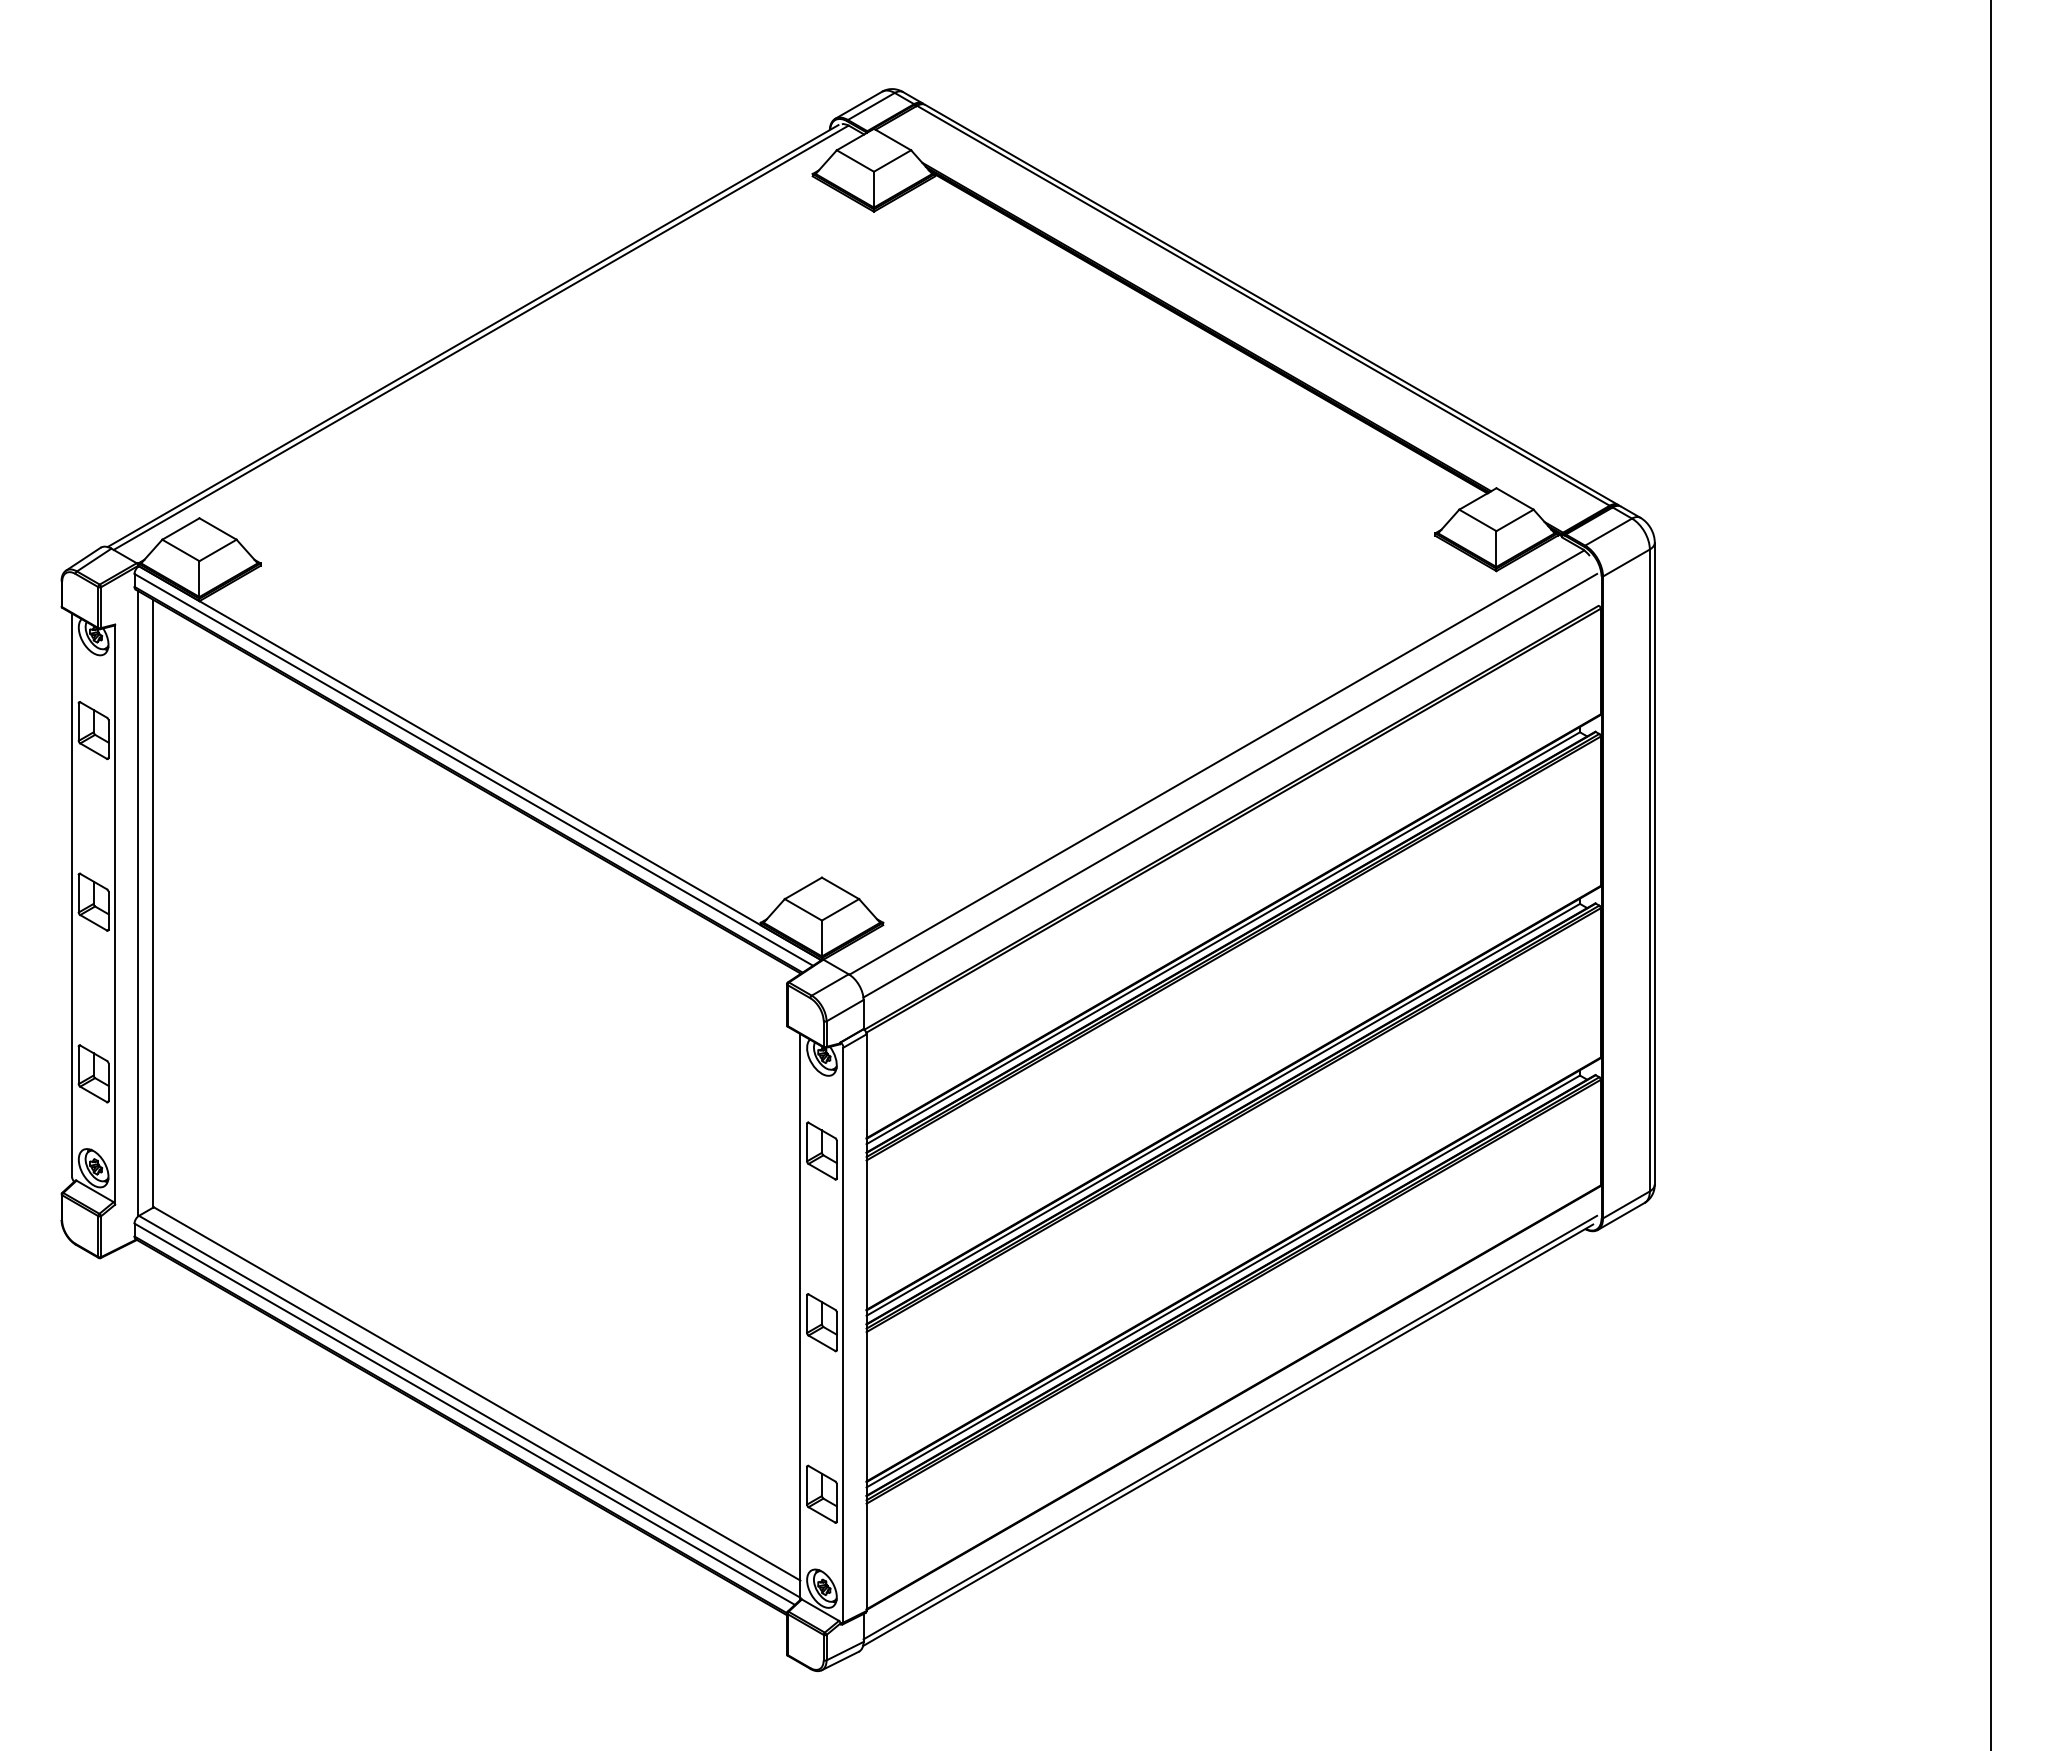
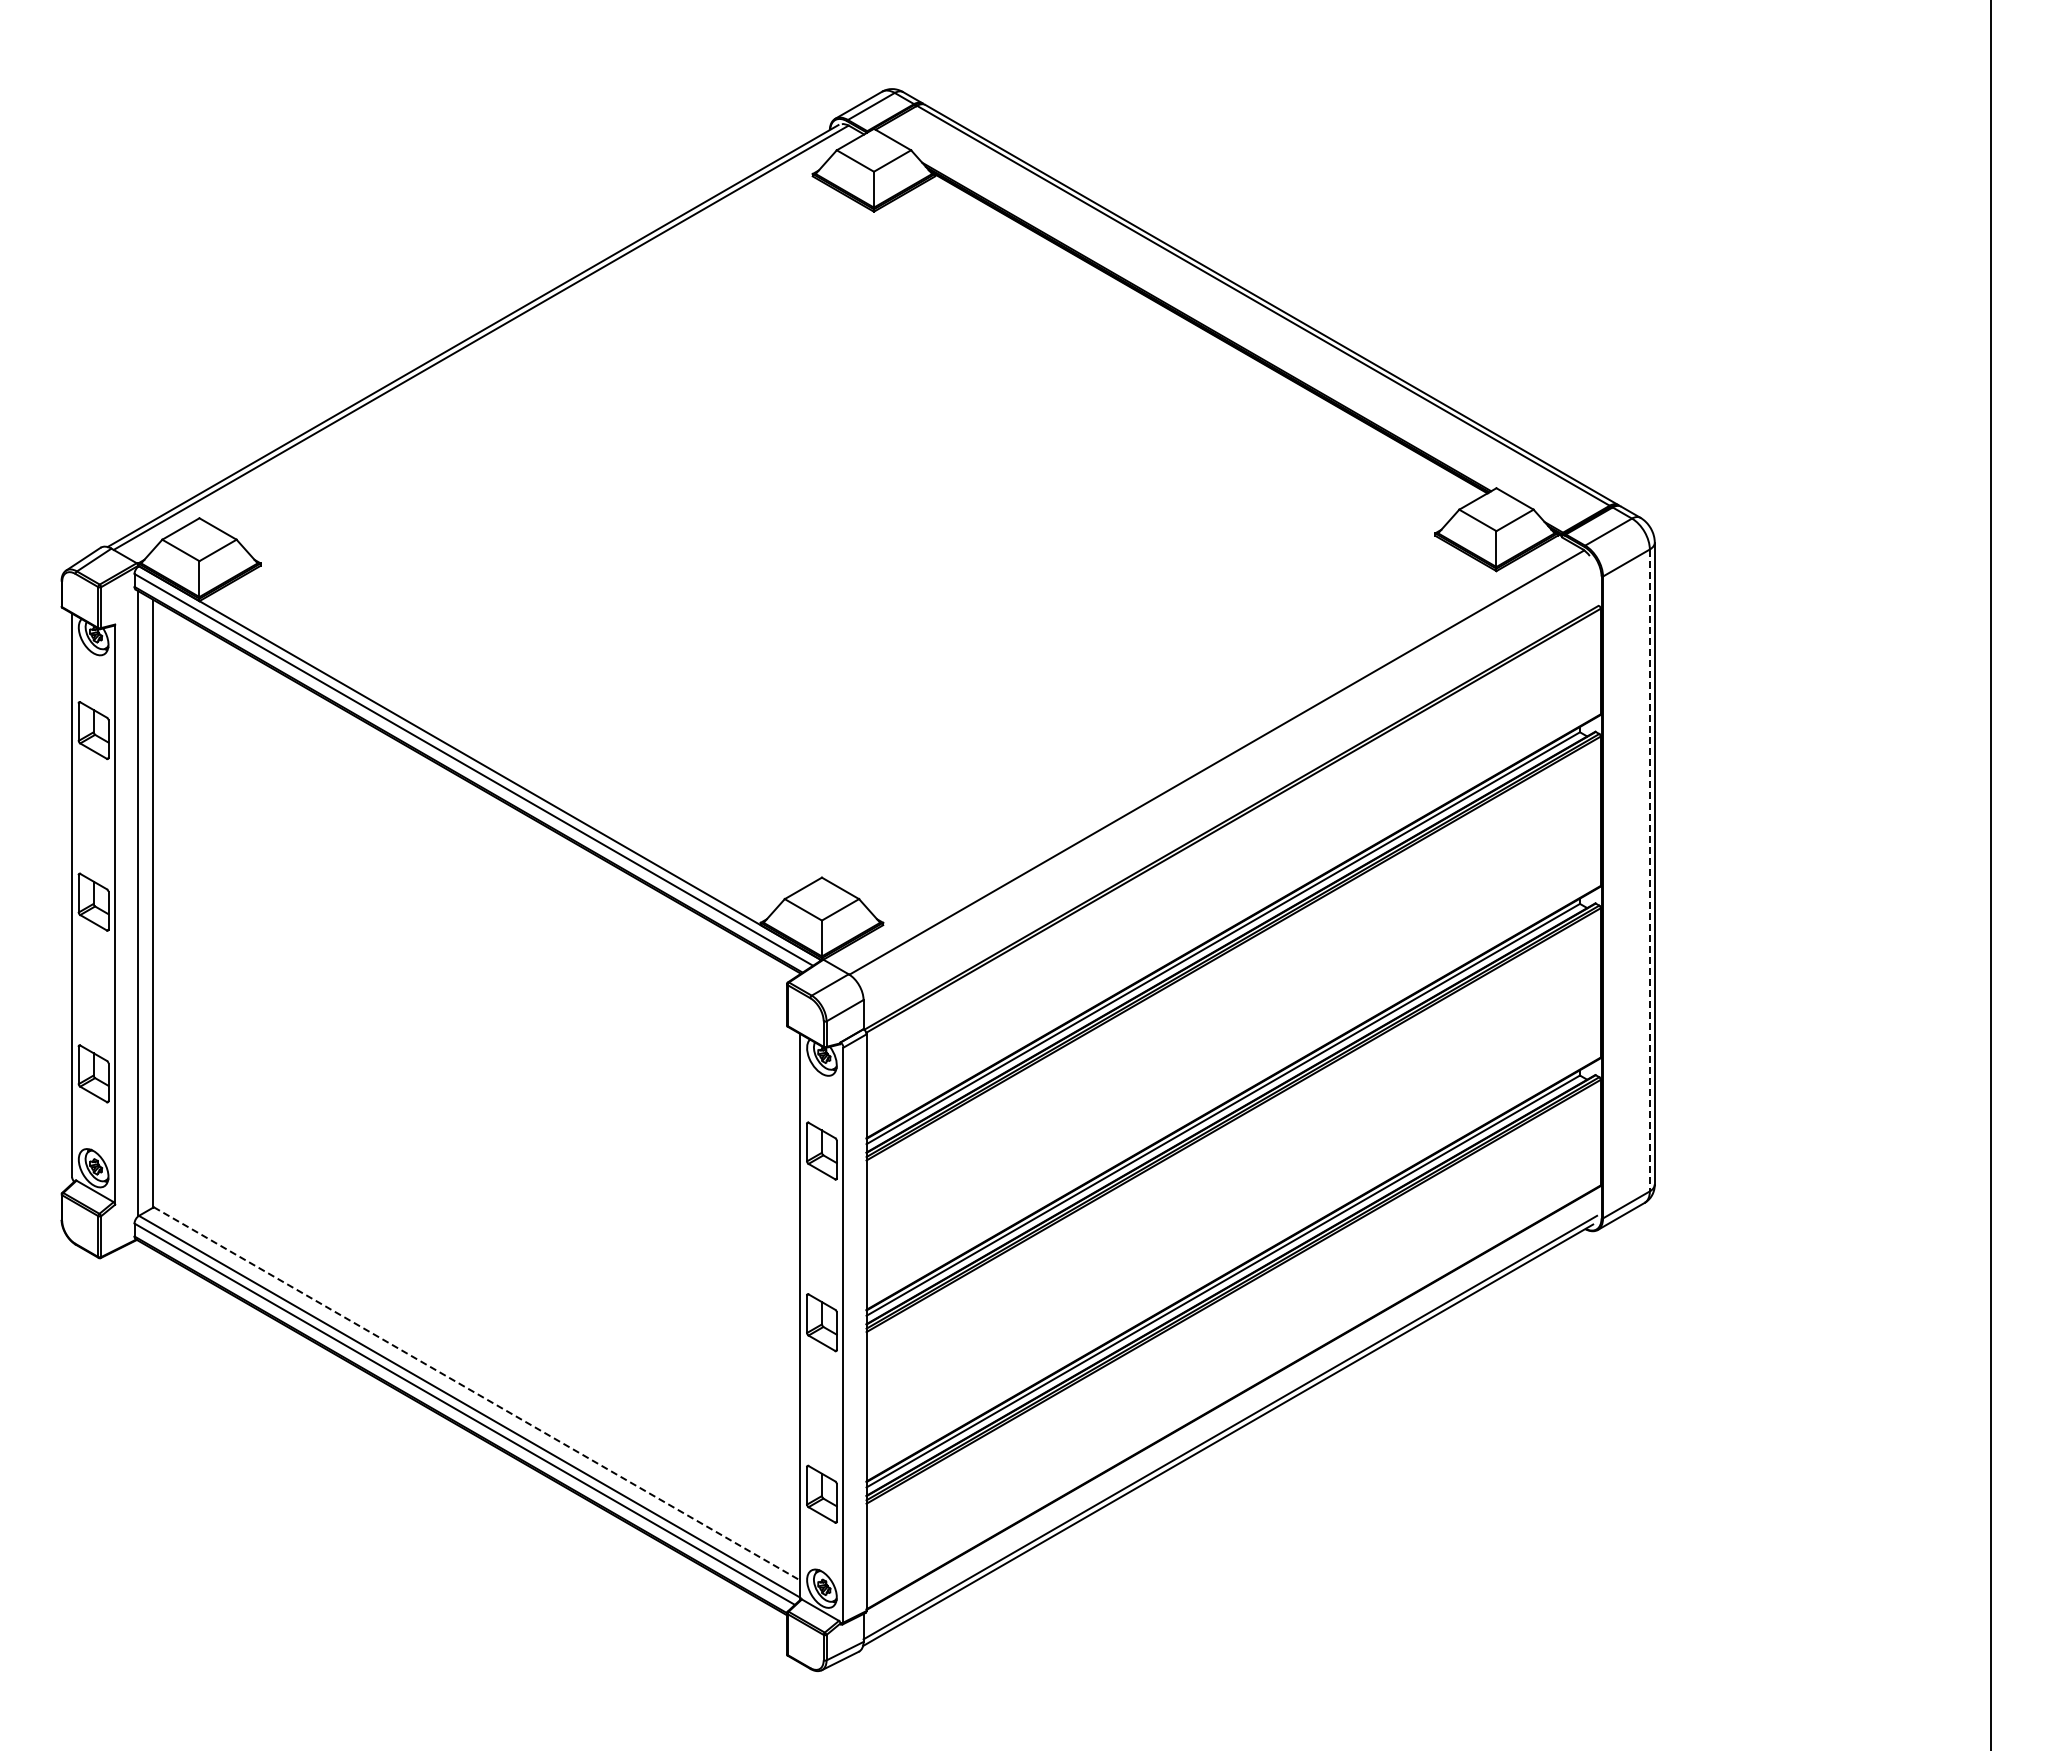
line at (1230, 785): present -> none
line at (1649, 870): solid -> dashed
line at (477, 1394): solid -> dashed
